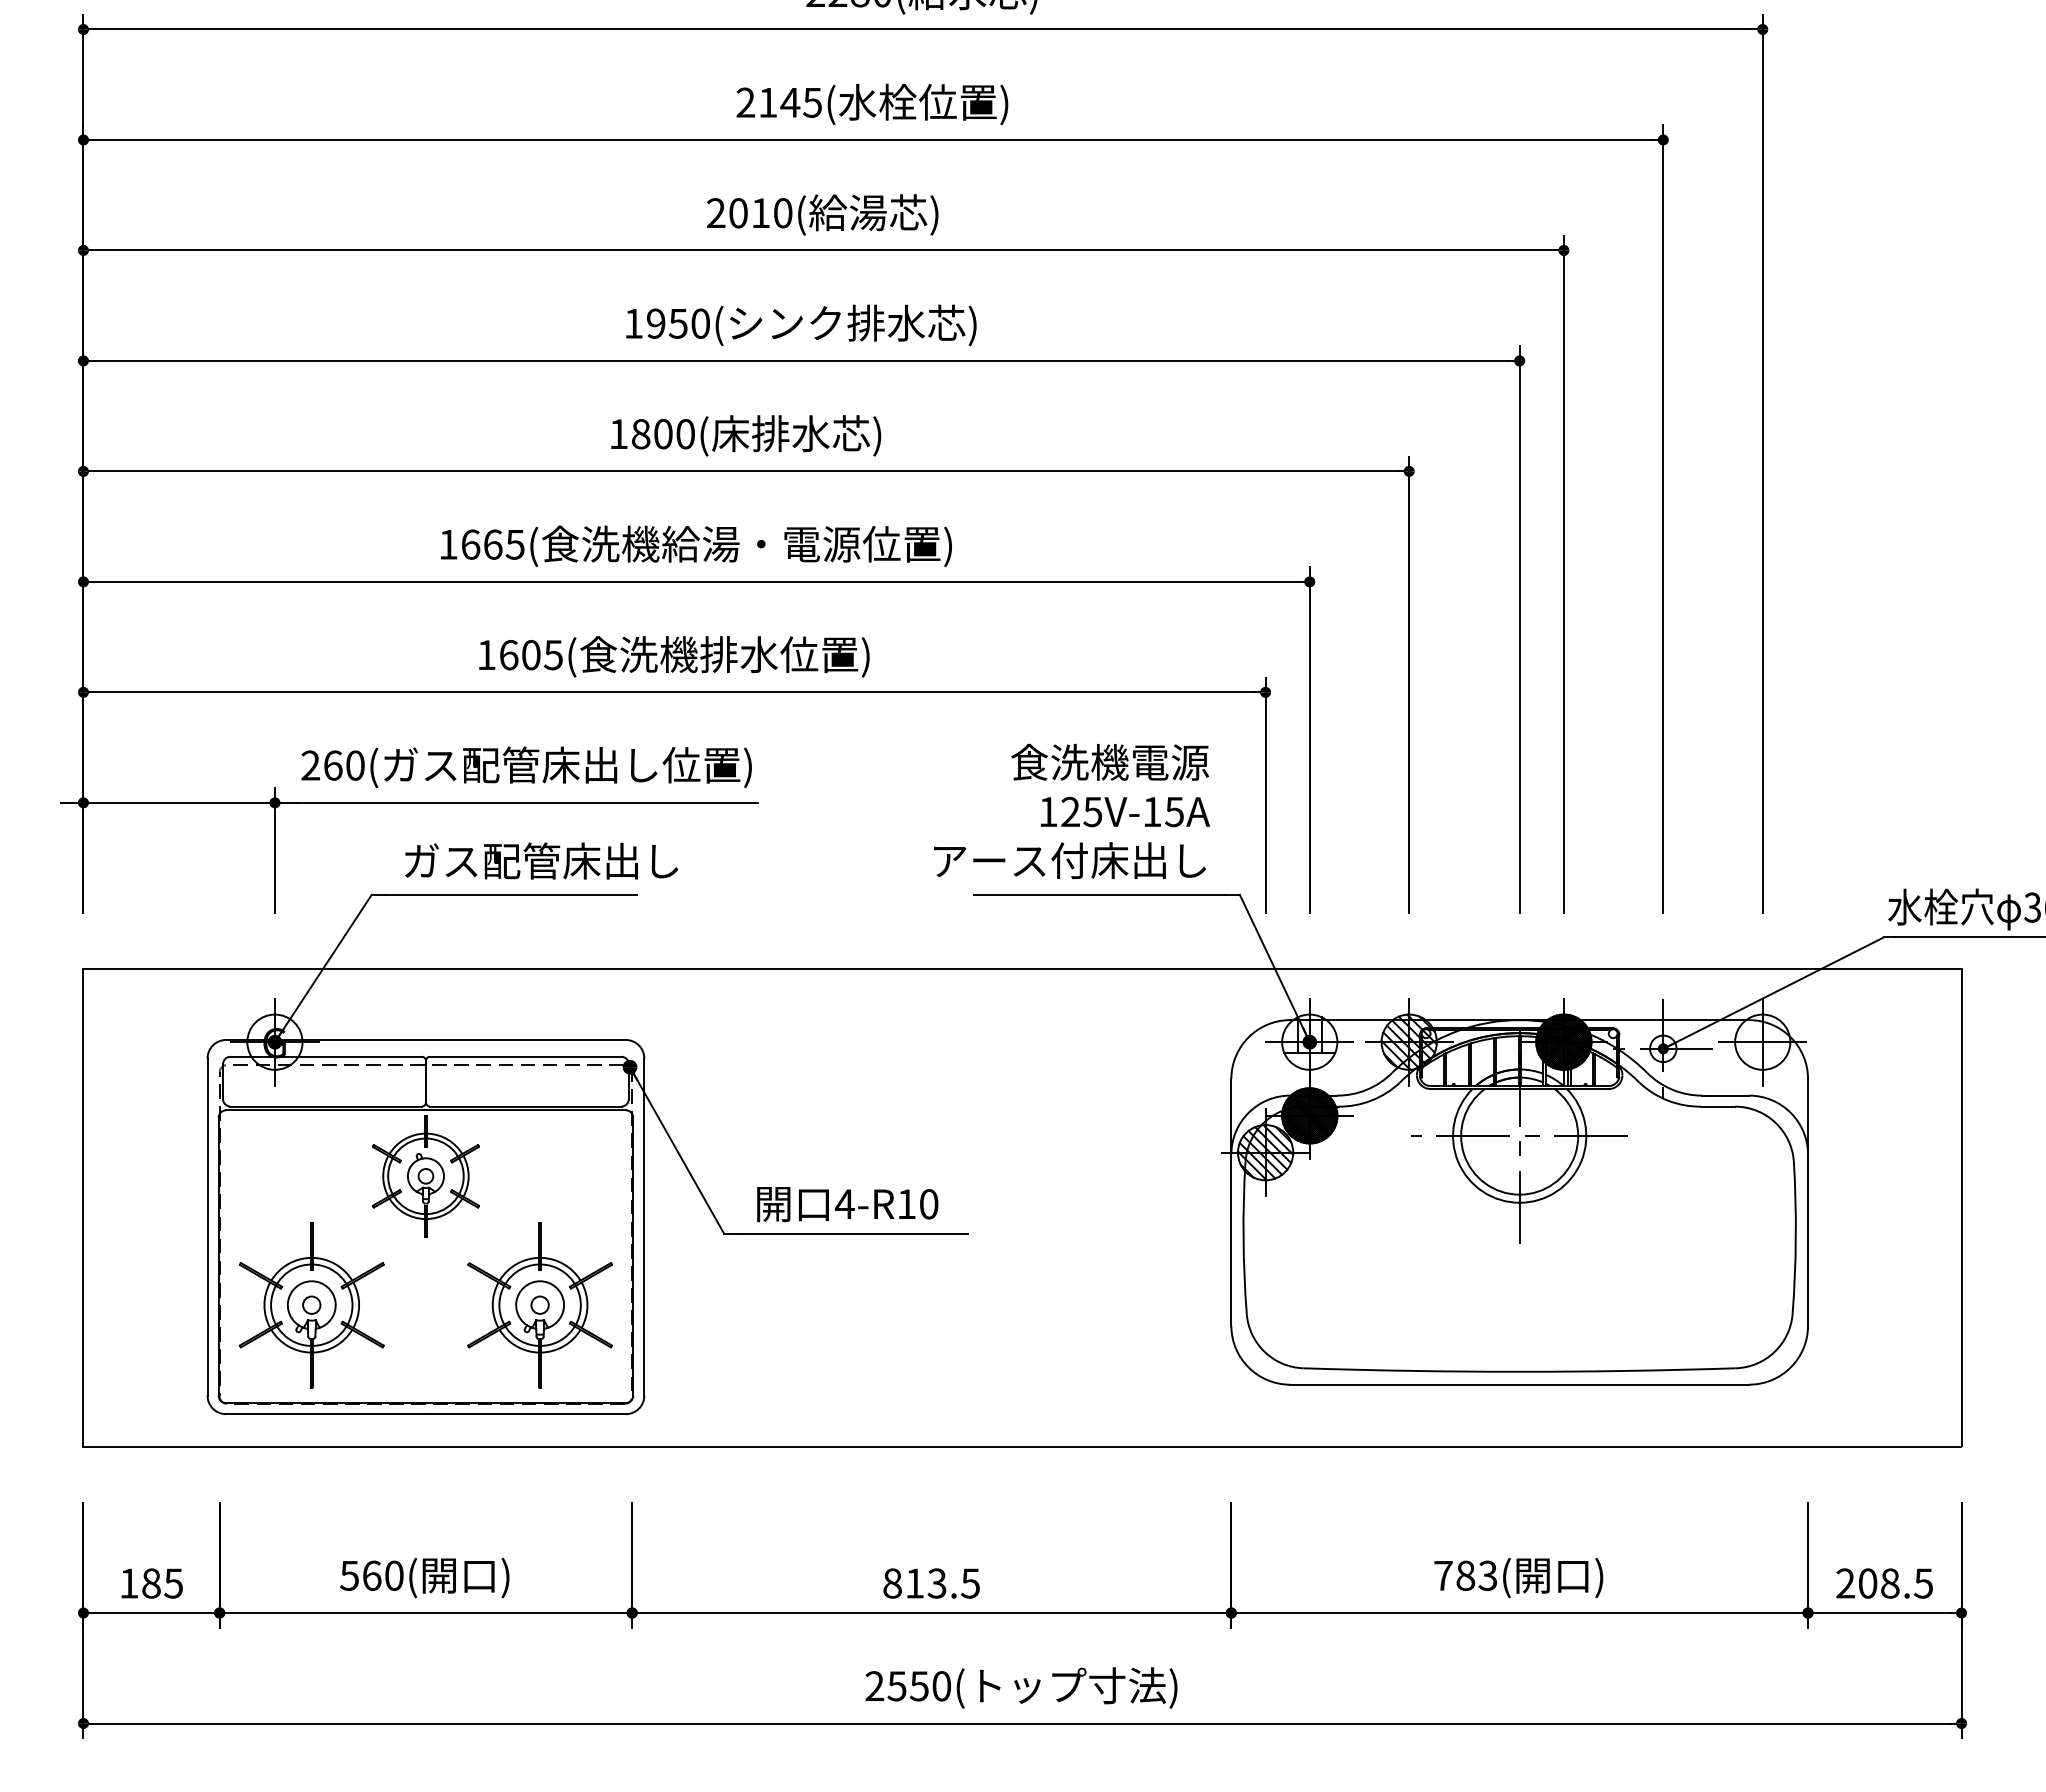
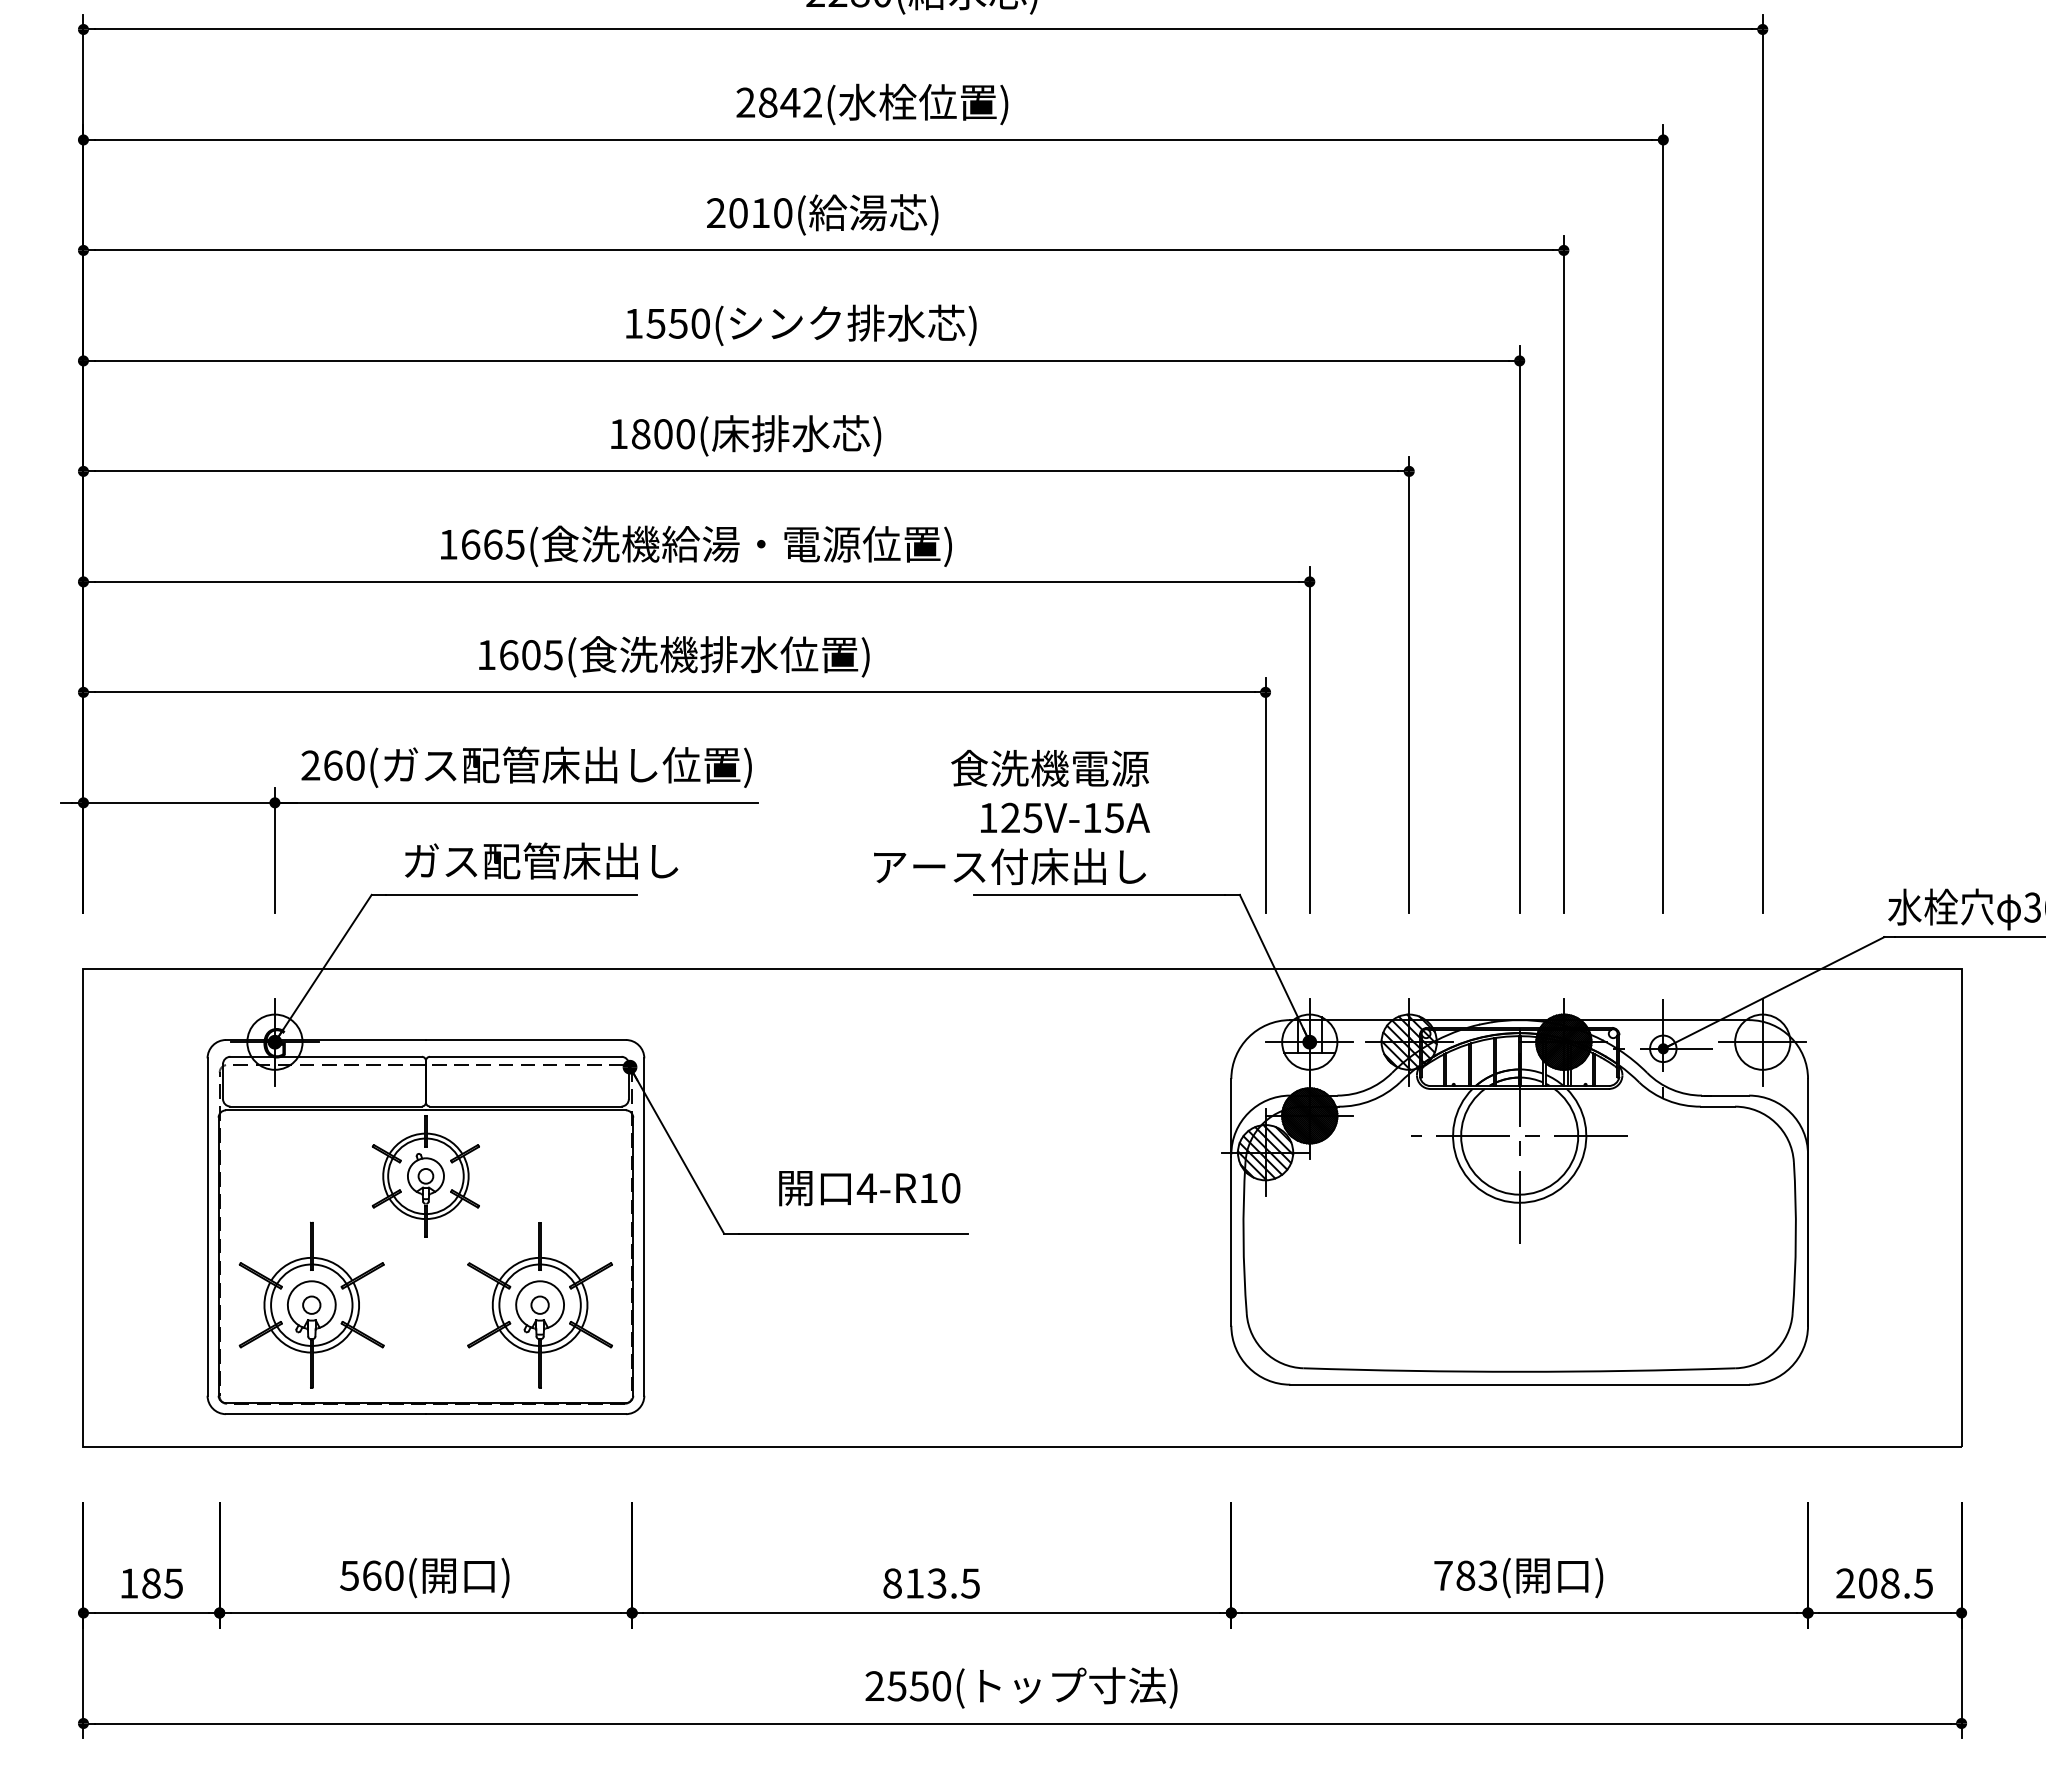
text at (790, 102): 2145( -> 2842(
text at (655, 323): 1950 -> 1550
text at (1071, 811) position: (1071, 811) -> (1011, 817)
text at (847, 1204) position: (847, 1204) -> (869, 1188)
